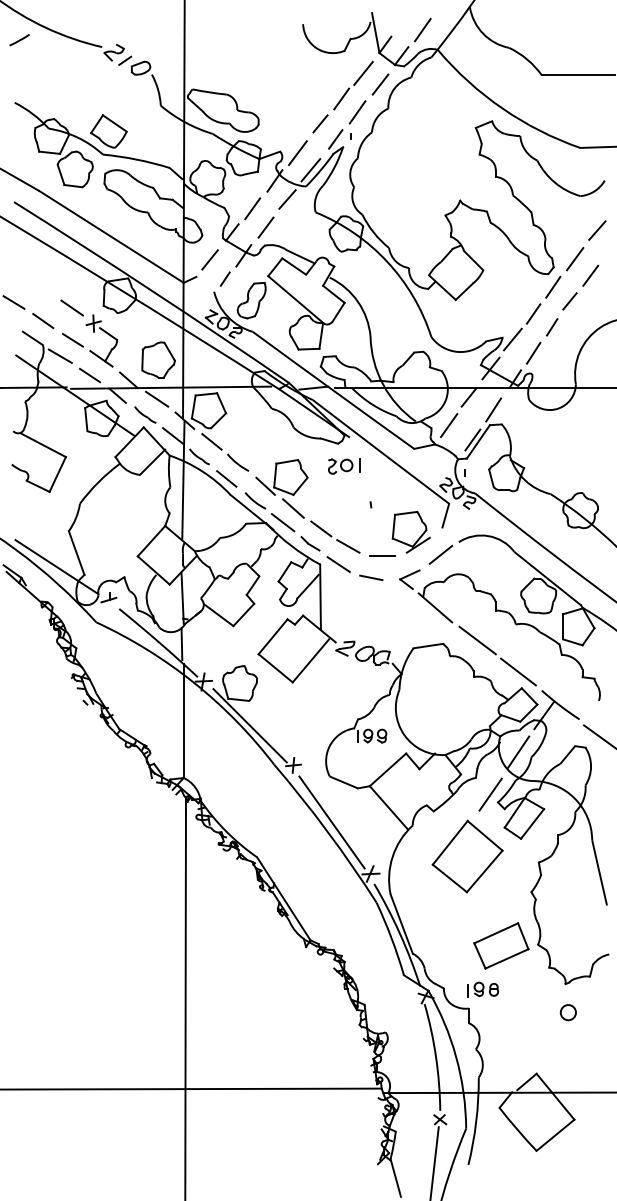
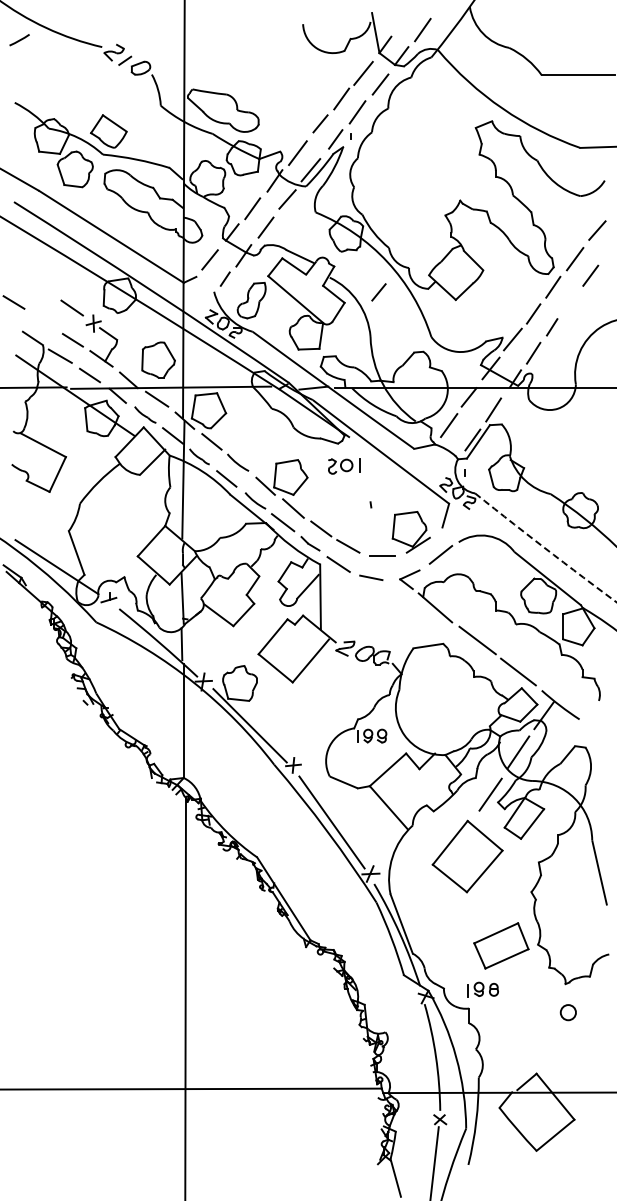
line at (569, 301) position: (569, 301) -> (378, 292)
line at (43, 321): present -> none
arc at (545, 548): solid -> dashed
line at (598, 736): present -> none
